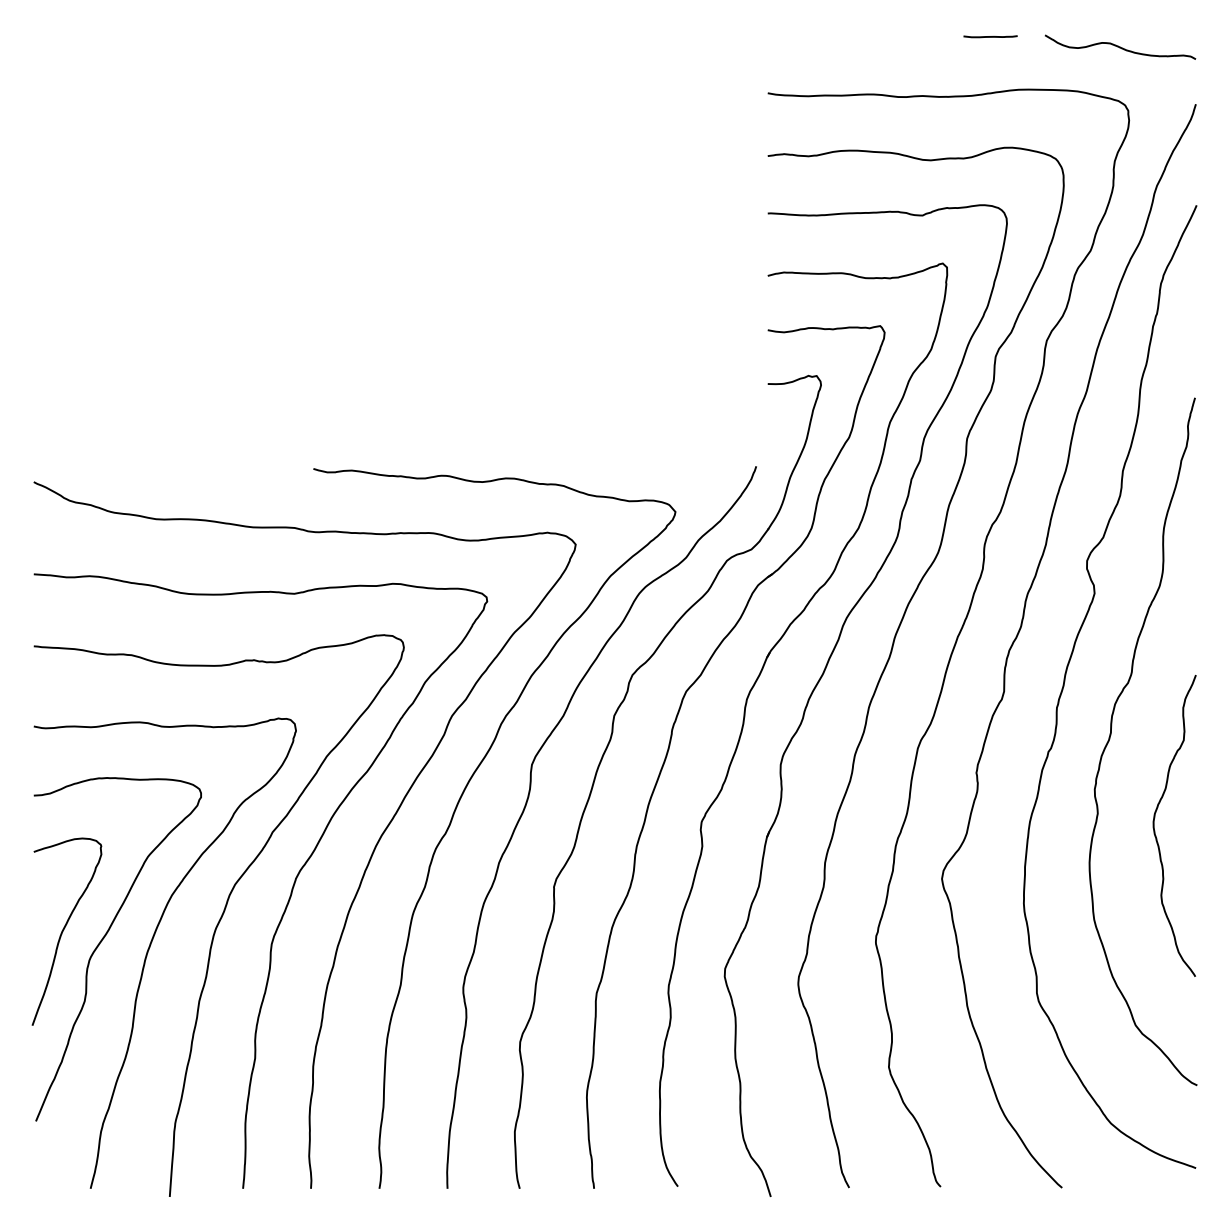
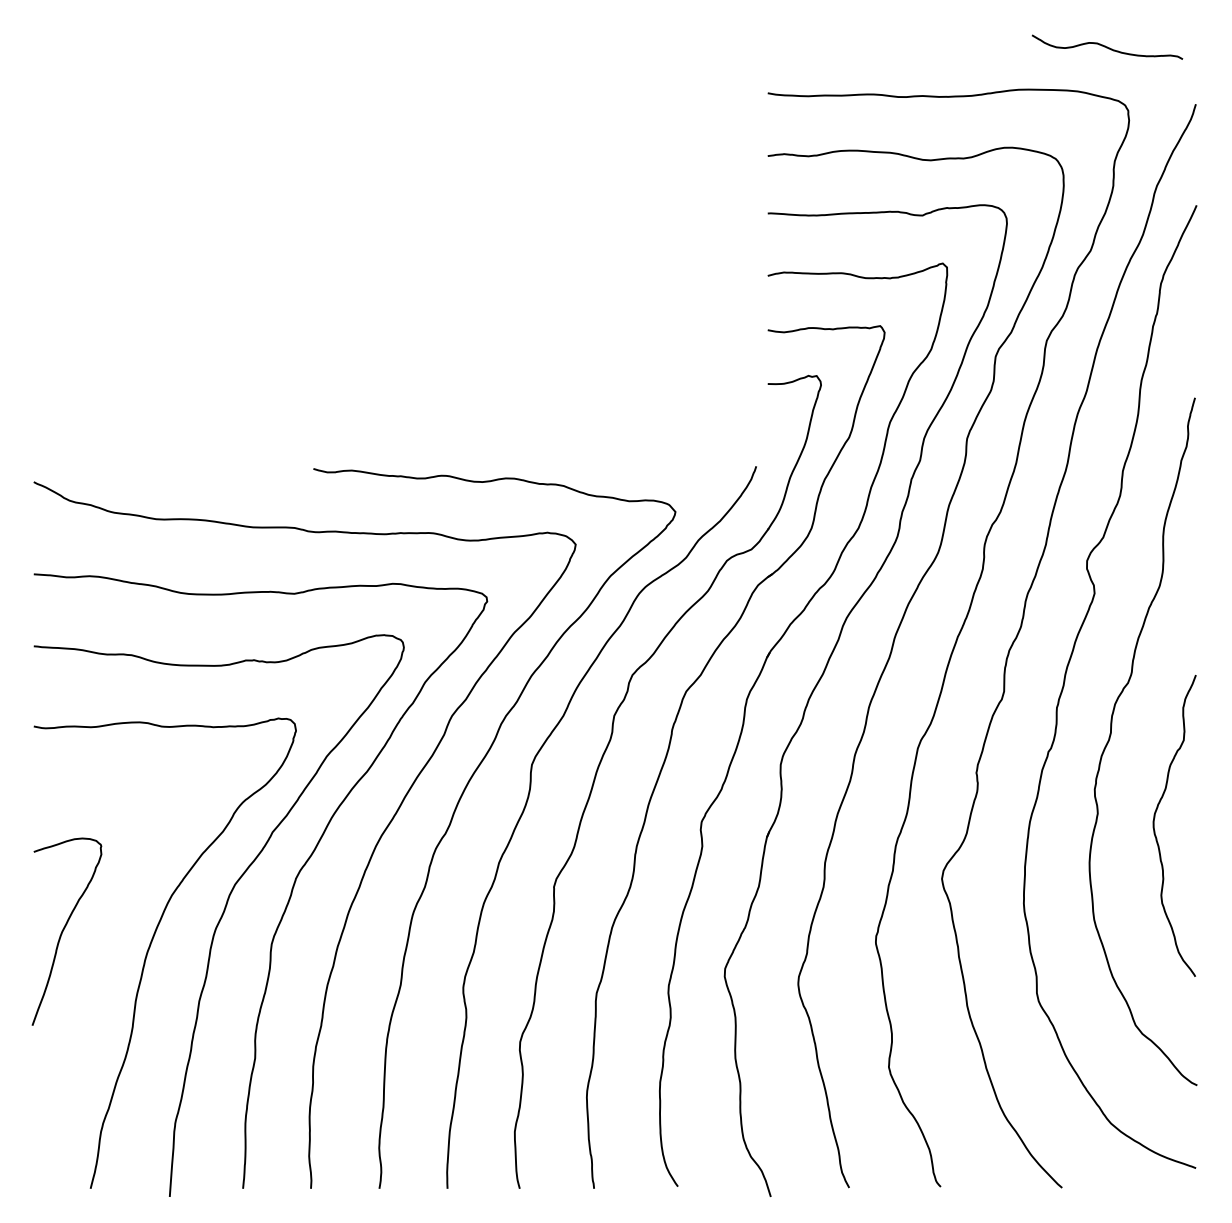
curve at (990, 36): present -> none
curve at (1120, 46) position: (1120, 46) -> (1107, 46)
curve at (102, 941): present -> none
